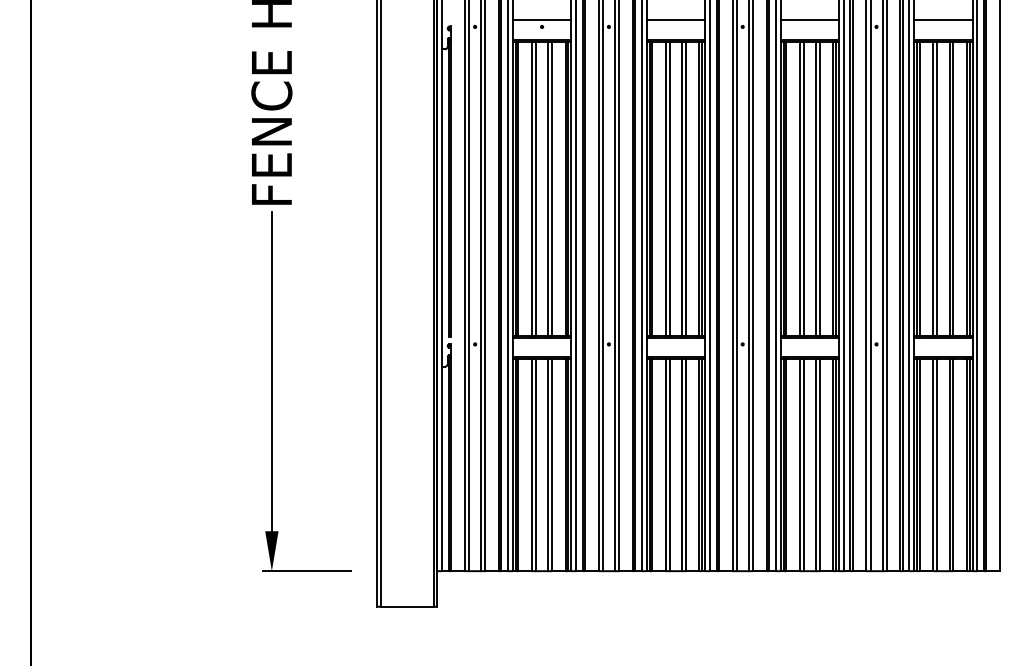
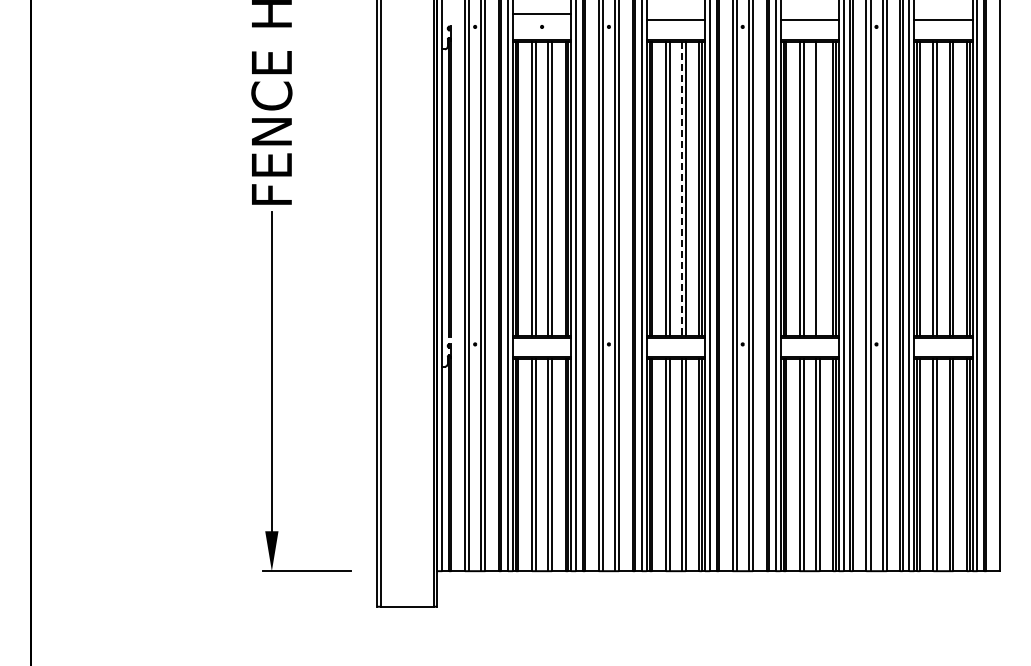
line at (541, 20) position: (541, 20) -> (541, 14)
line at (819, 188): present -> none
line at (681, 189): solid -> dashed
